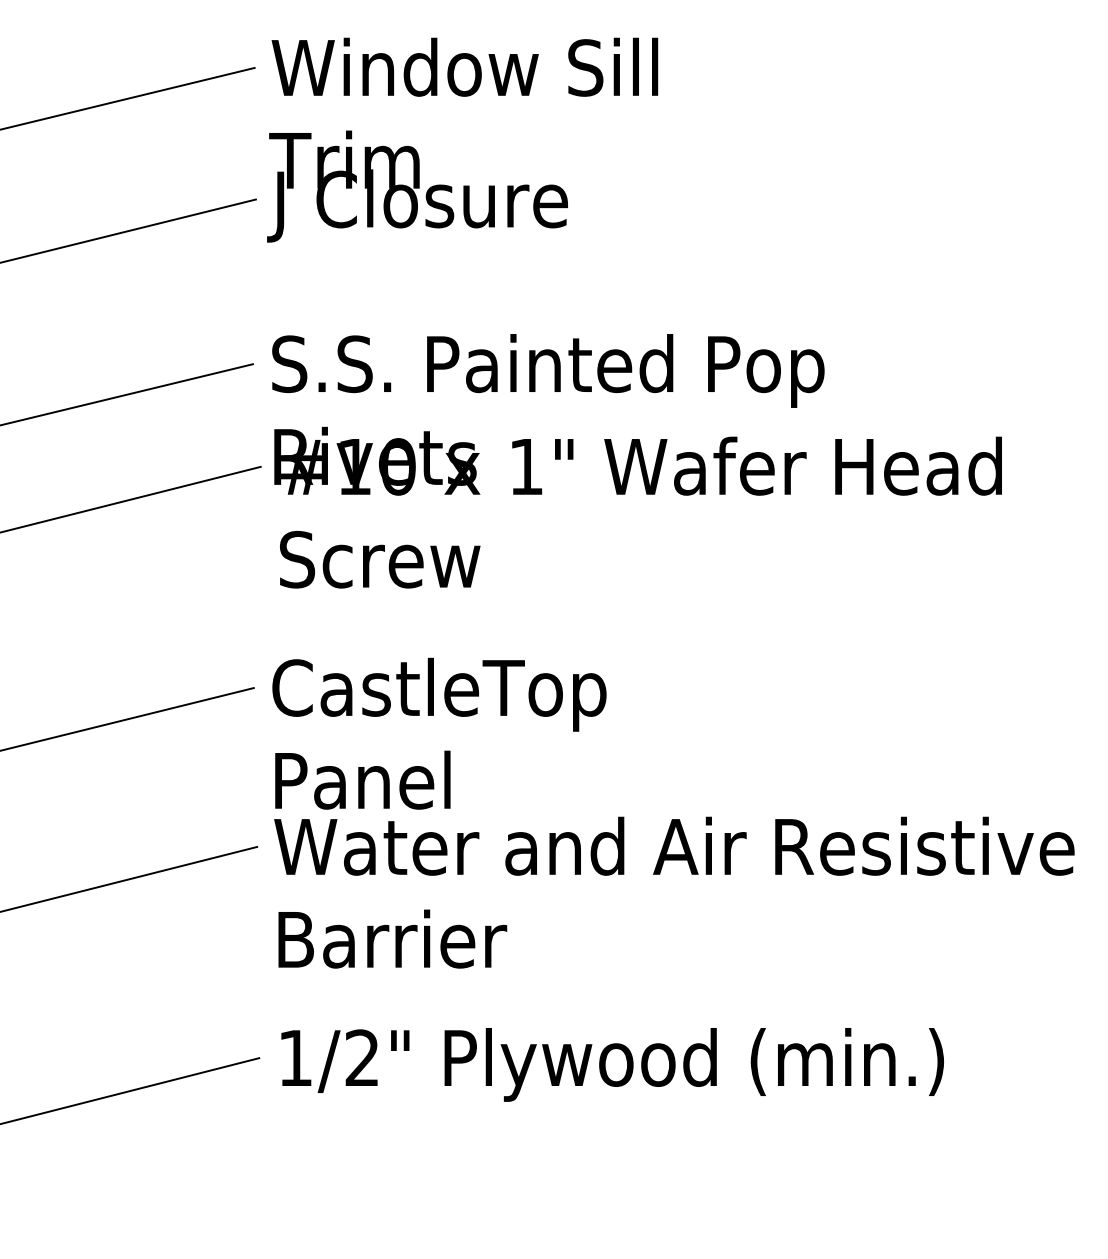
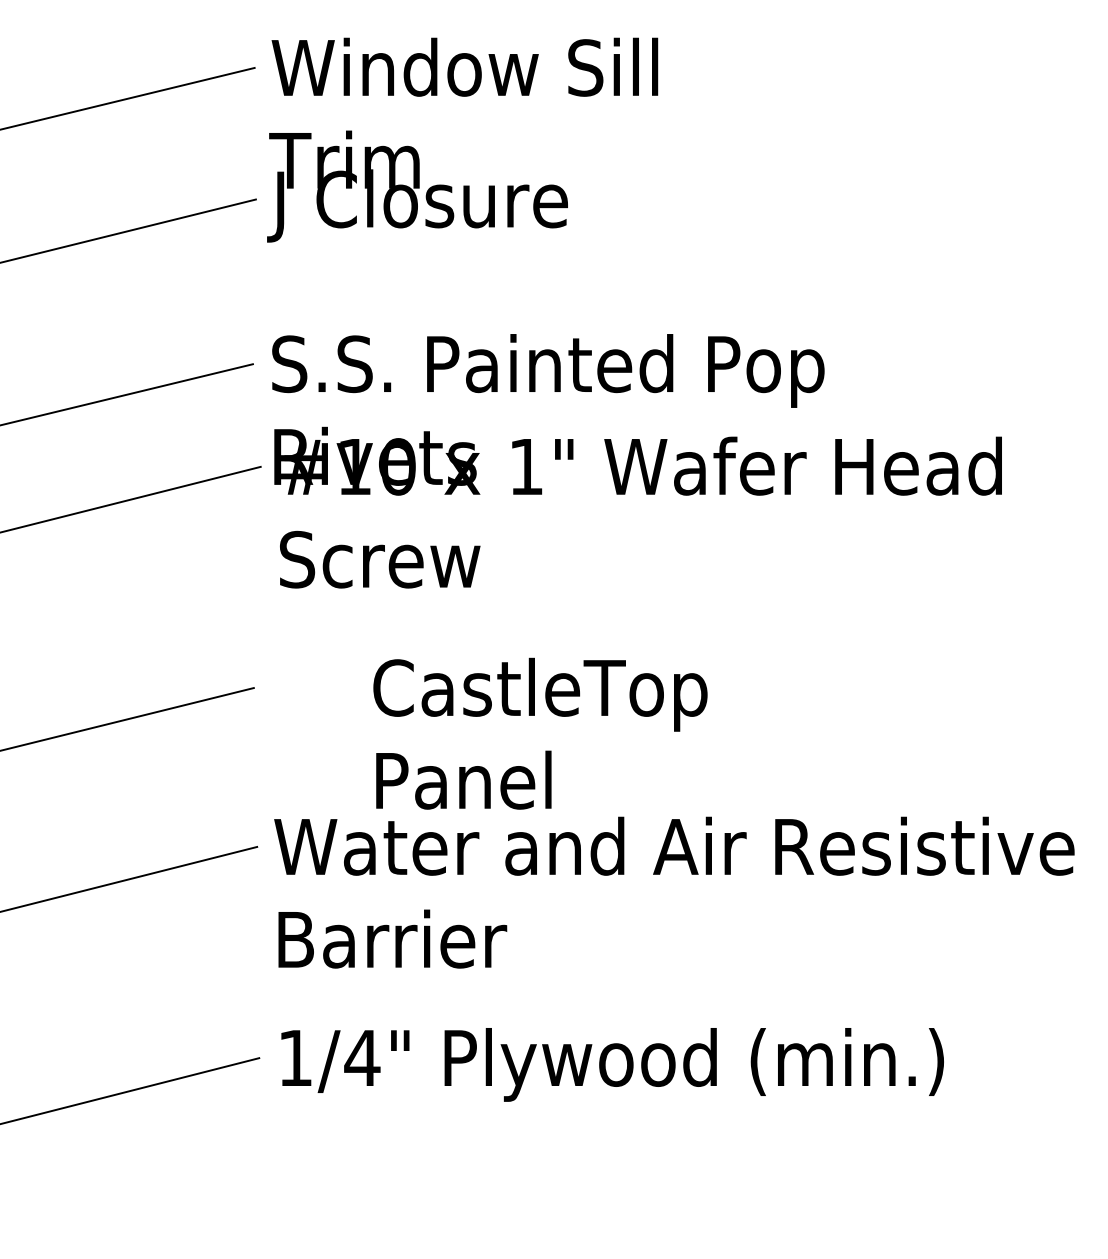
text at (439, 733) position: (439, 733) -> (540, 733)
text at (362, 1057): 1/2" -> 1/4"
